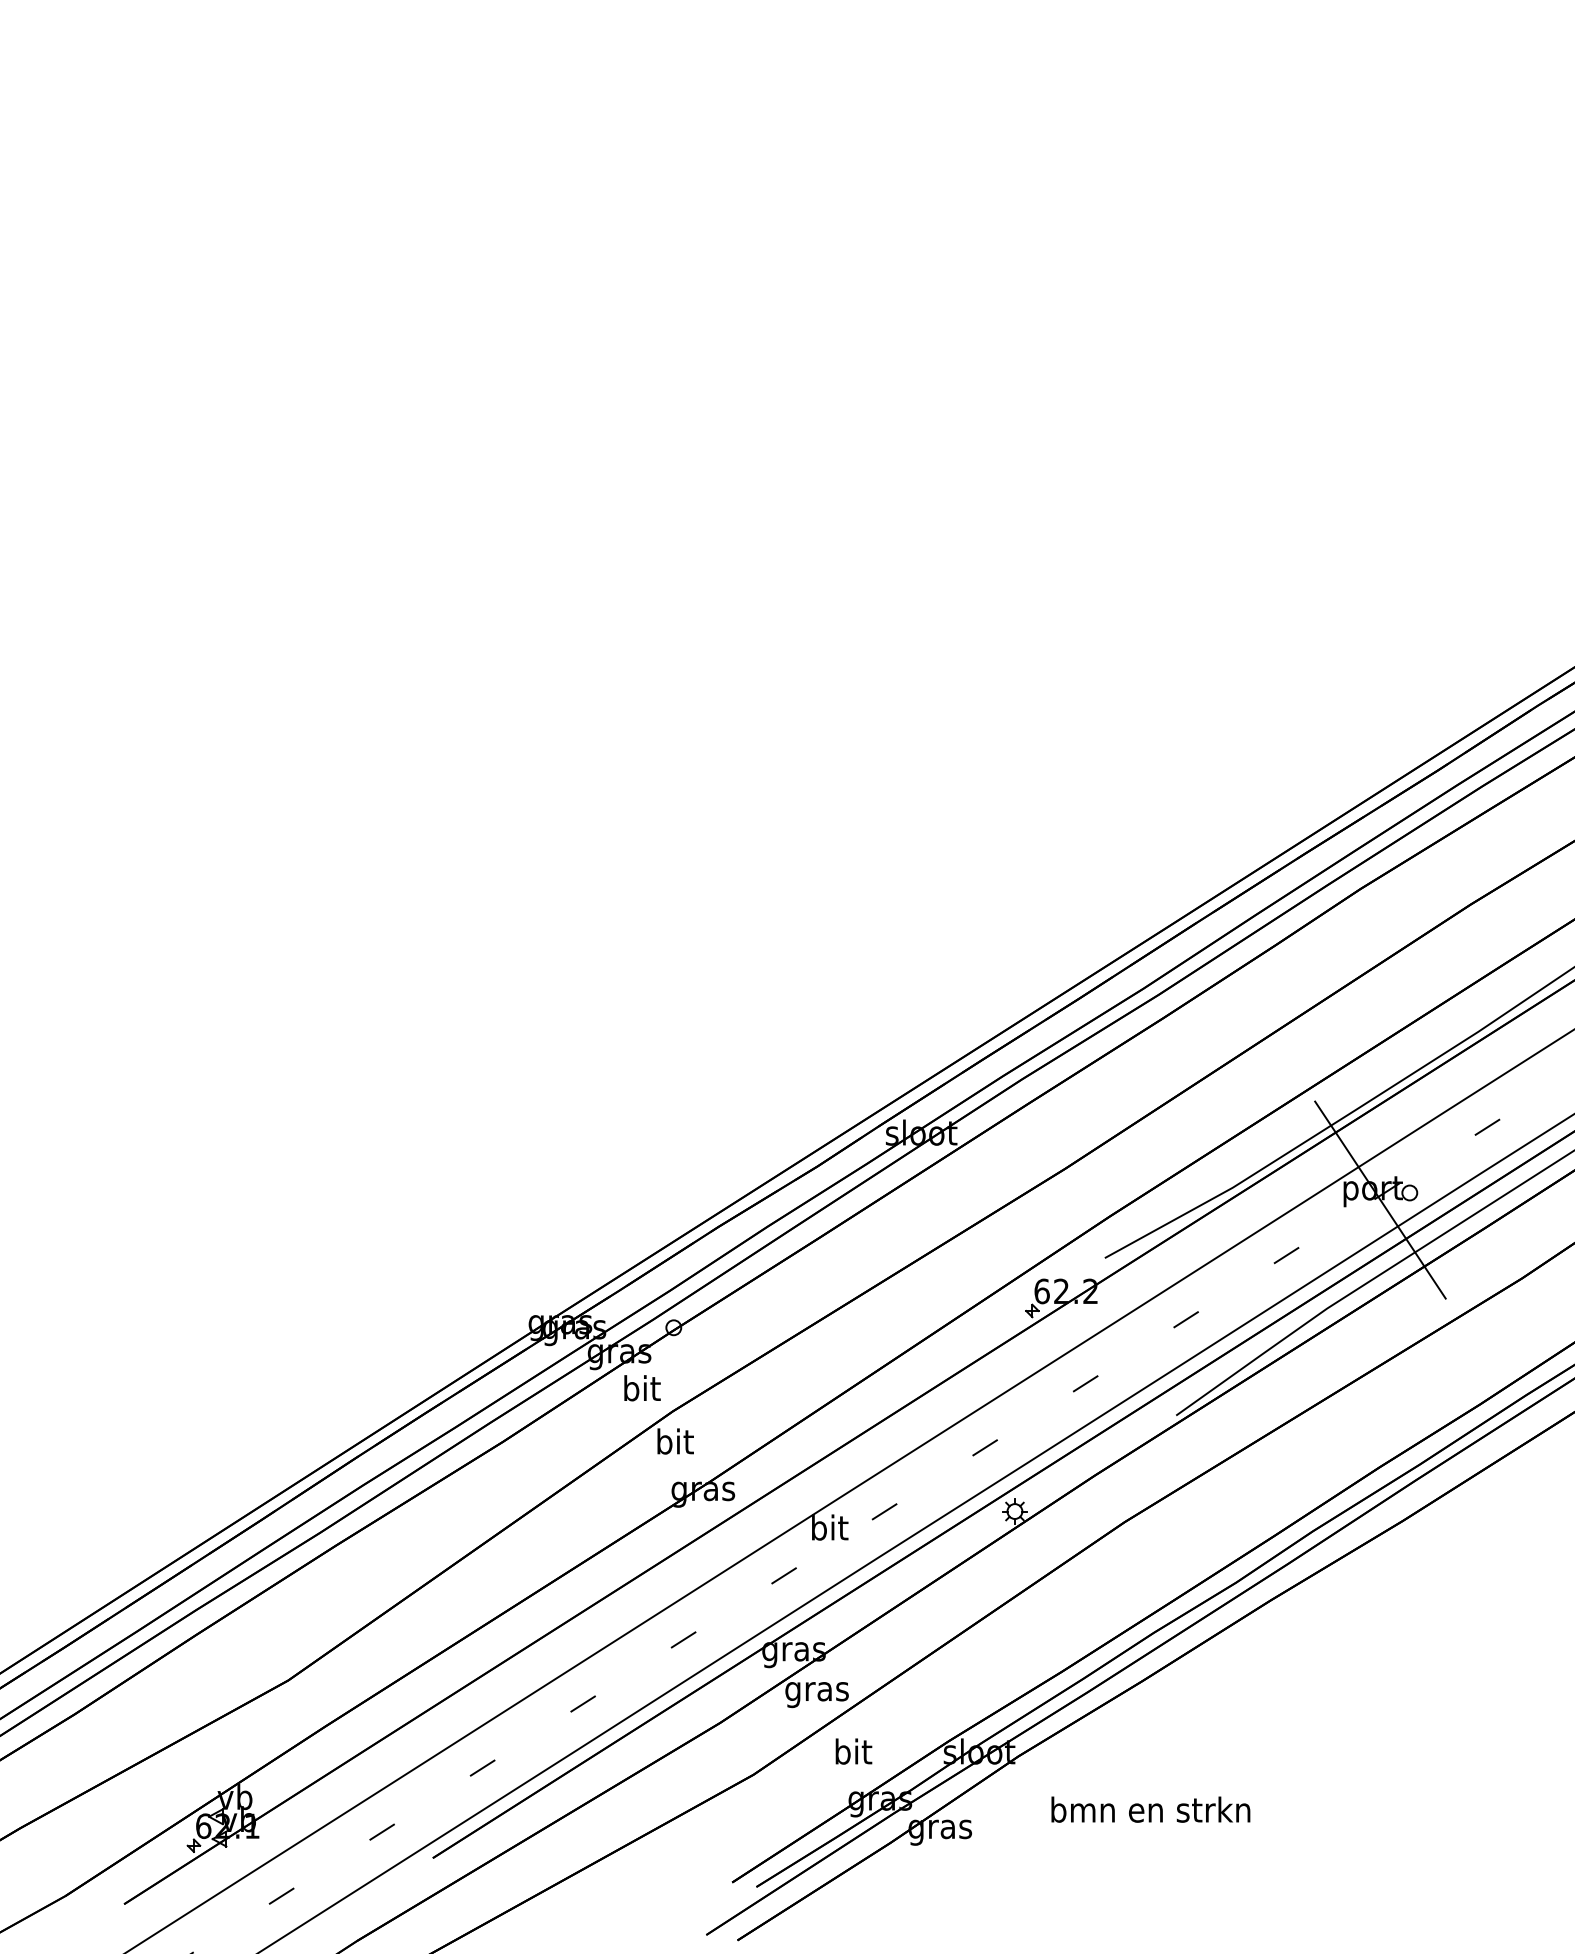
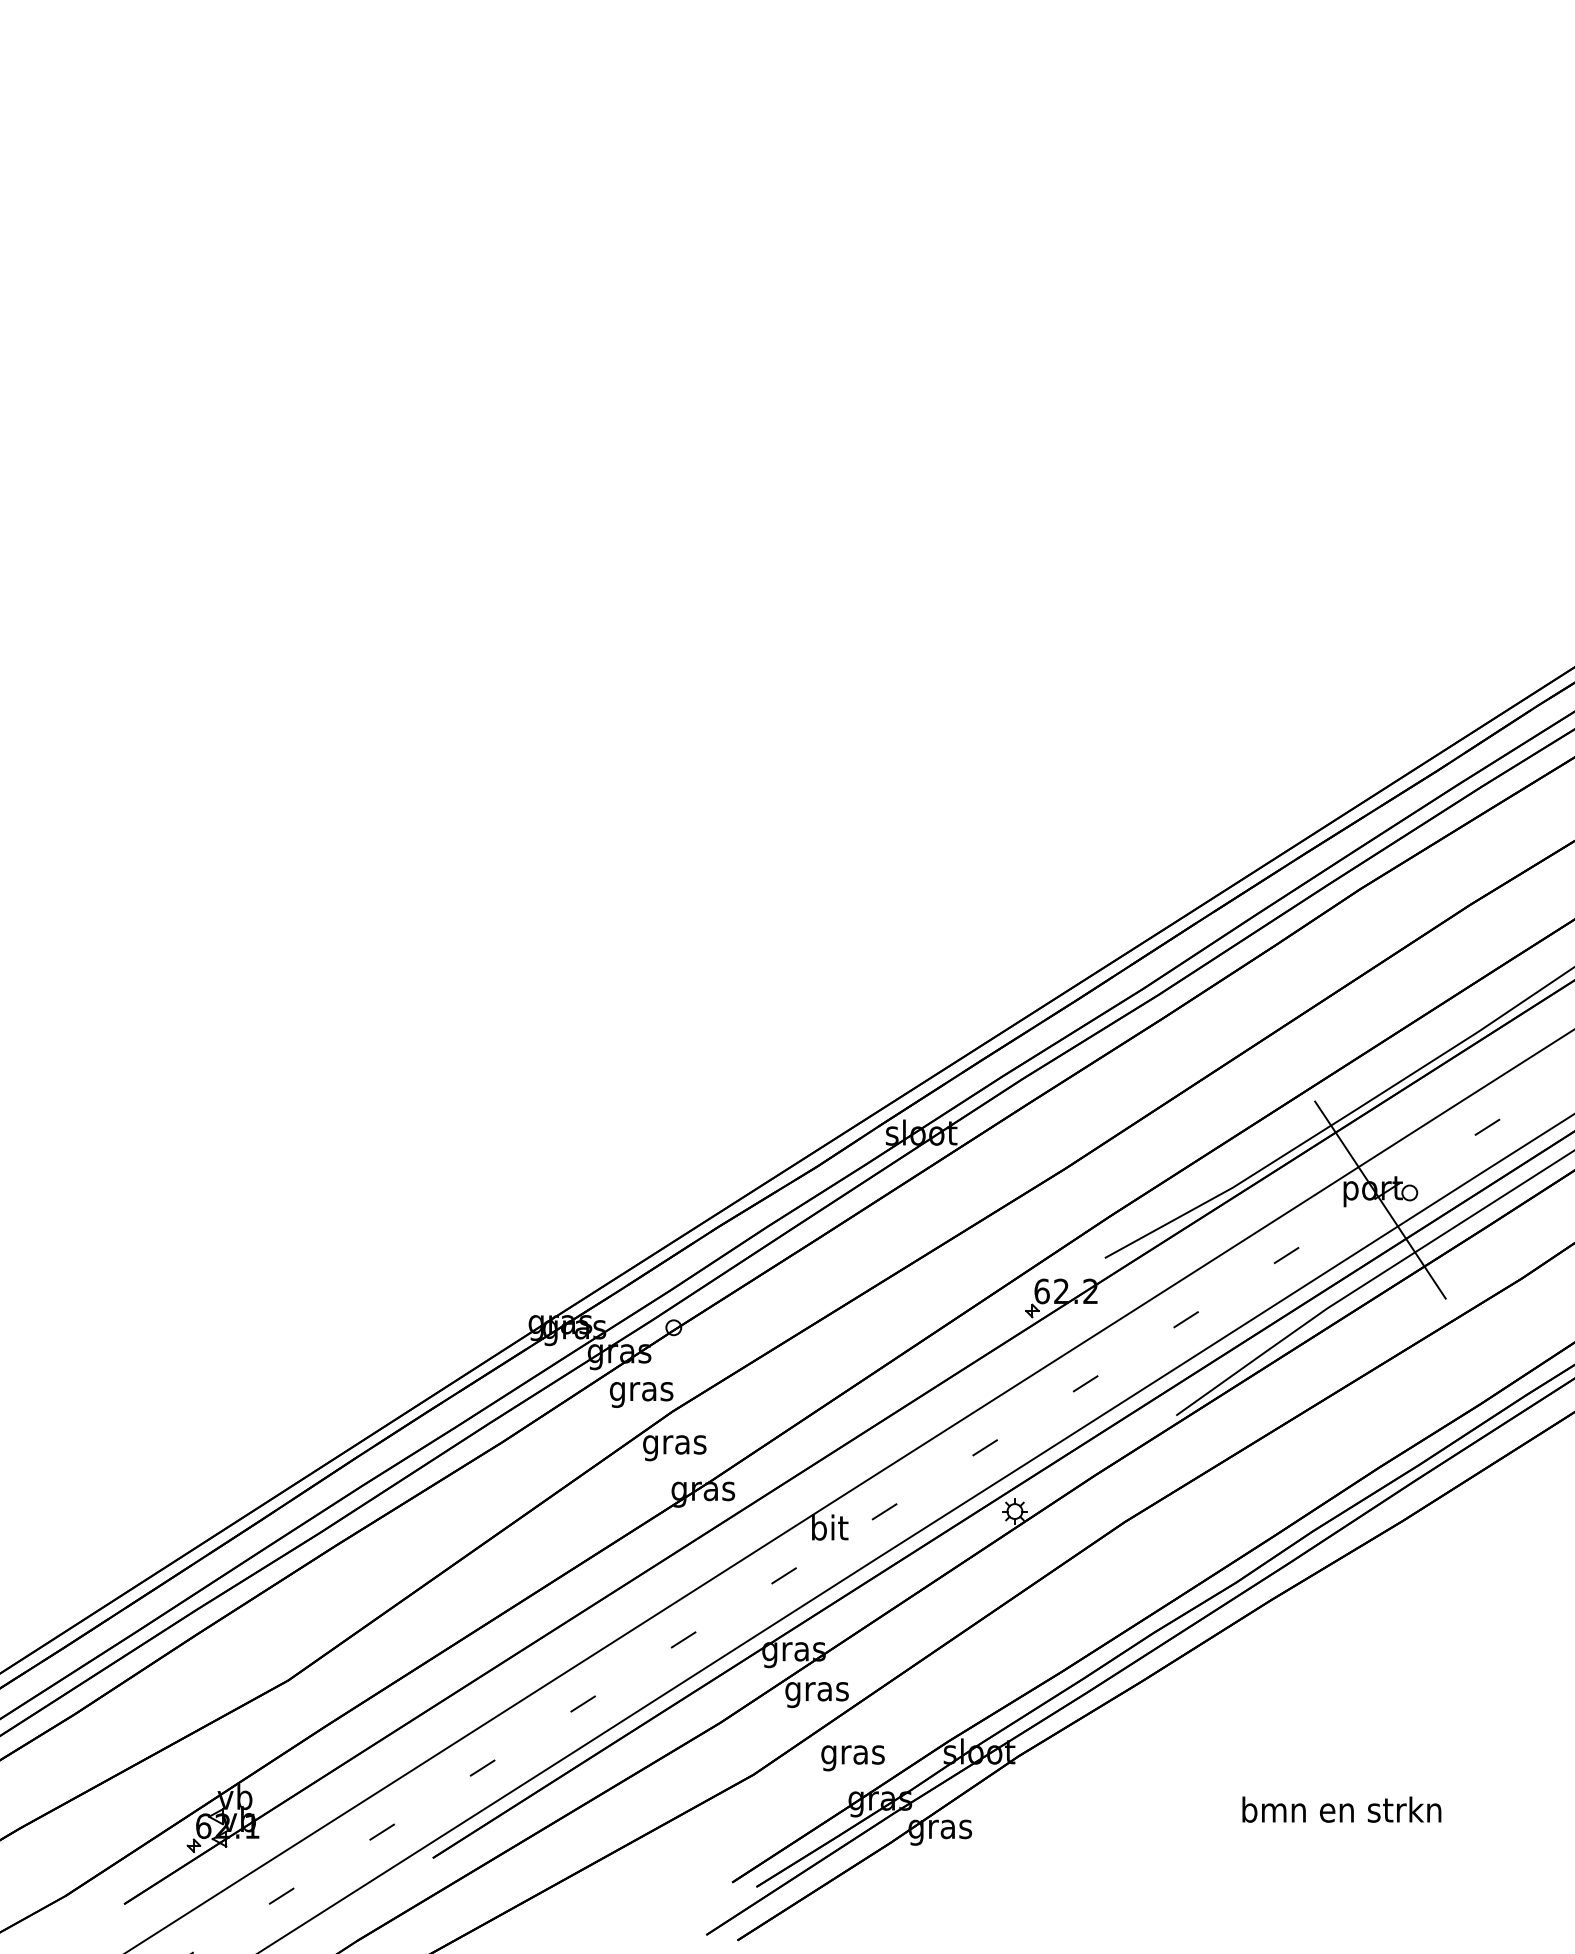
text at (641, 1391): bit -> gras
text at (674, 1444): bit -> gras
text at (852, 1754): bit -> gras
text at (1150, 1809) position: (1150, 1809) -> (1341, 1809)
